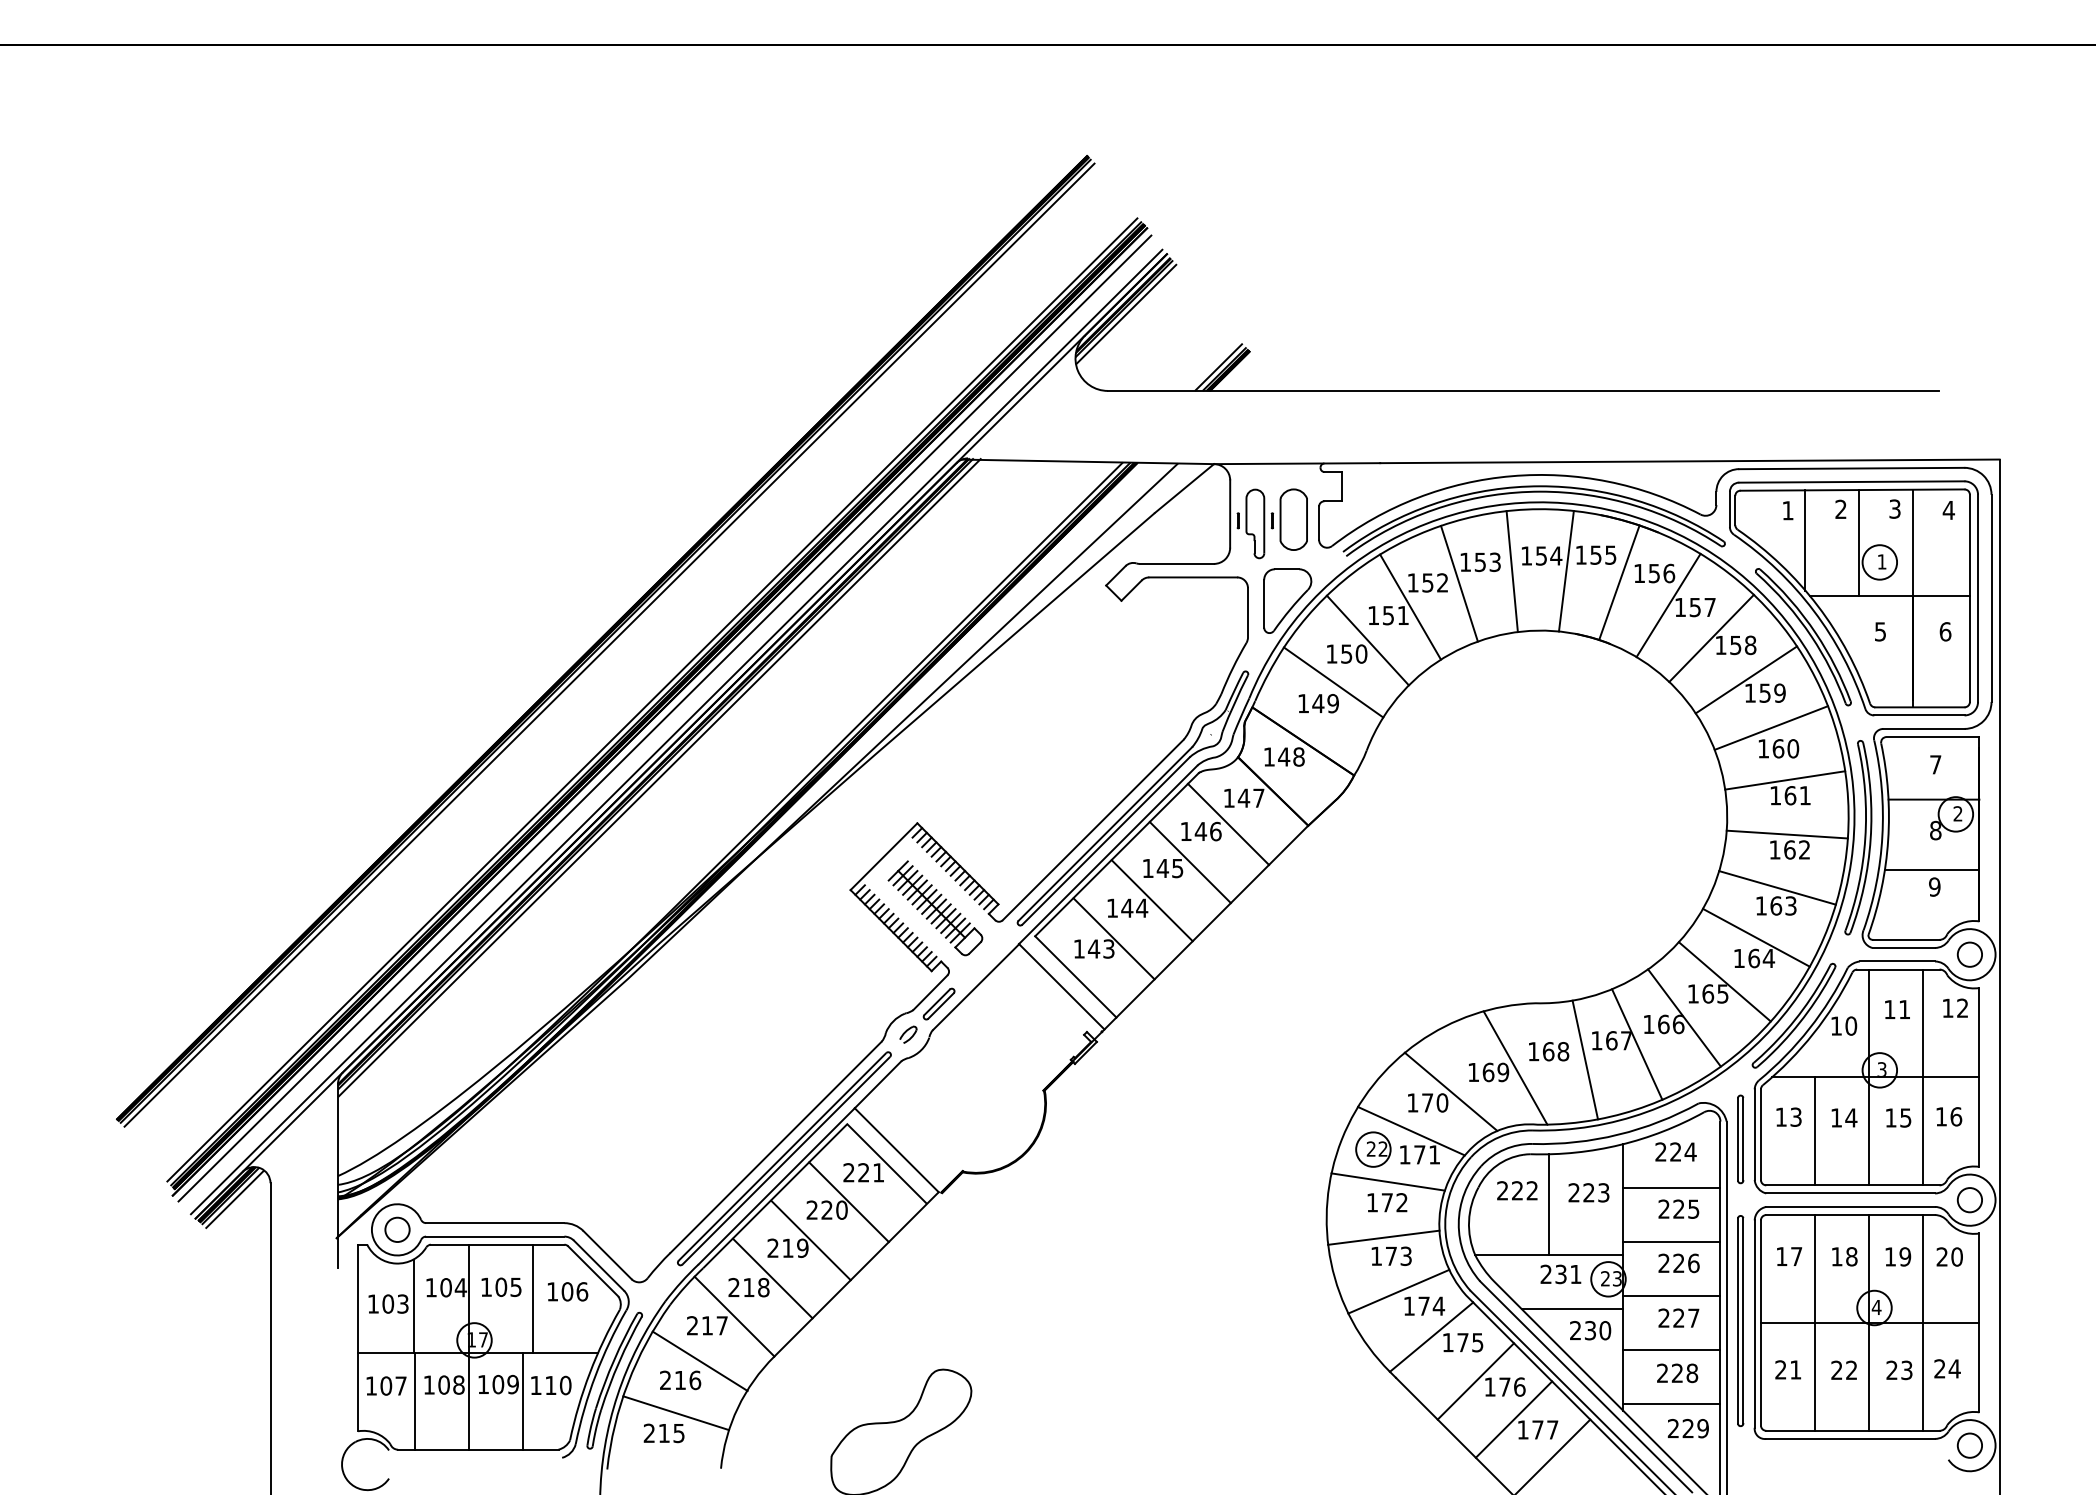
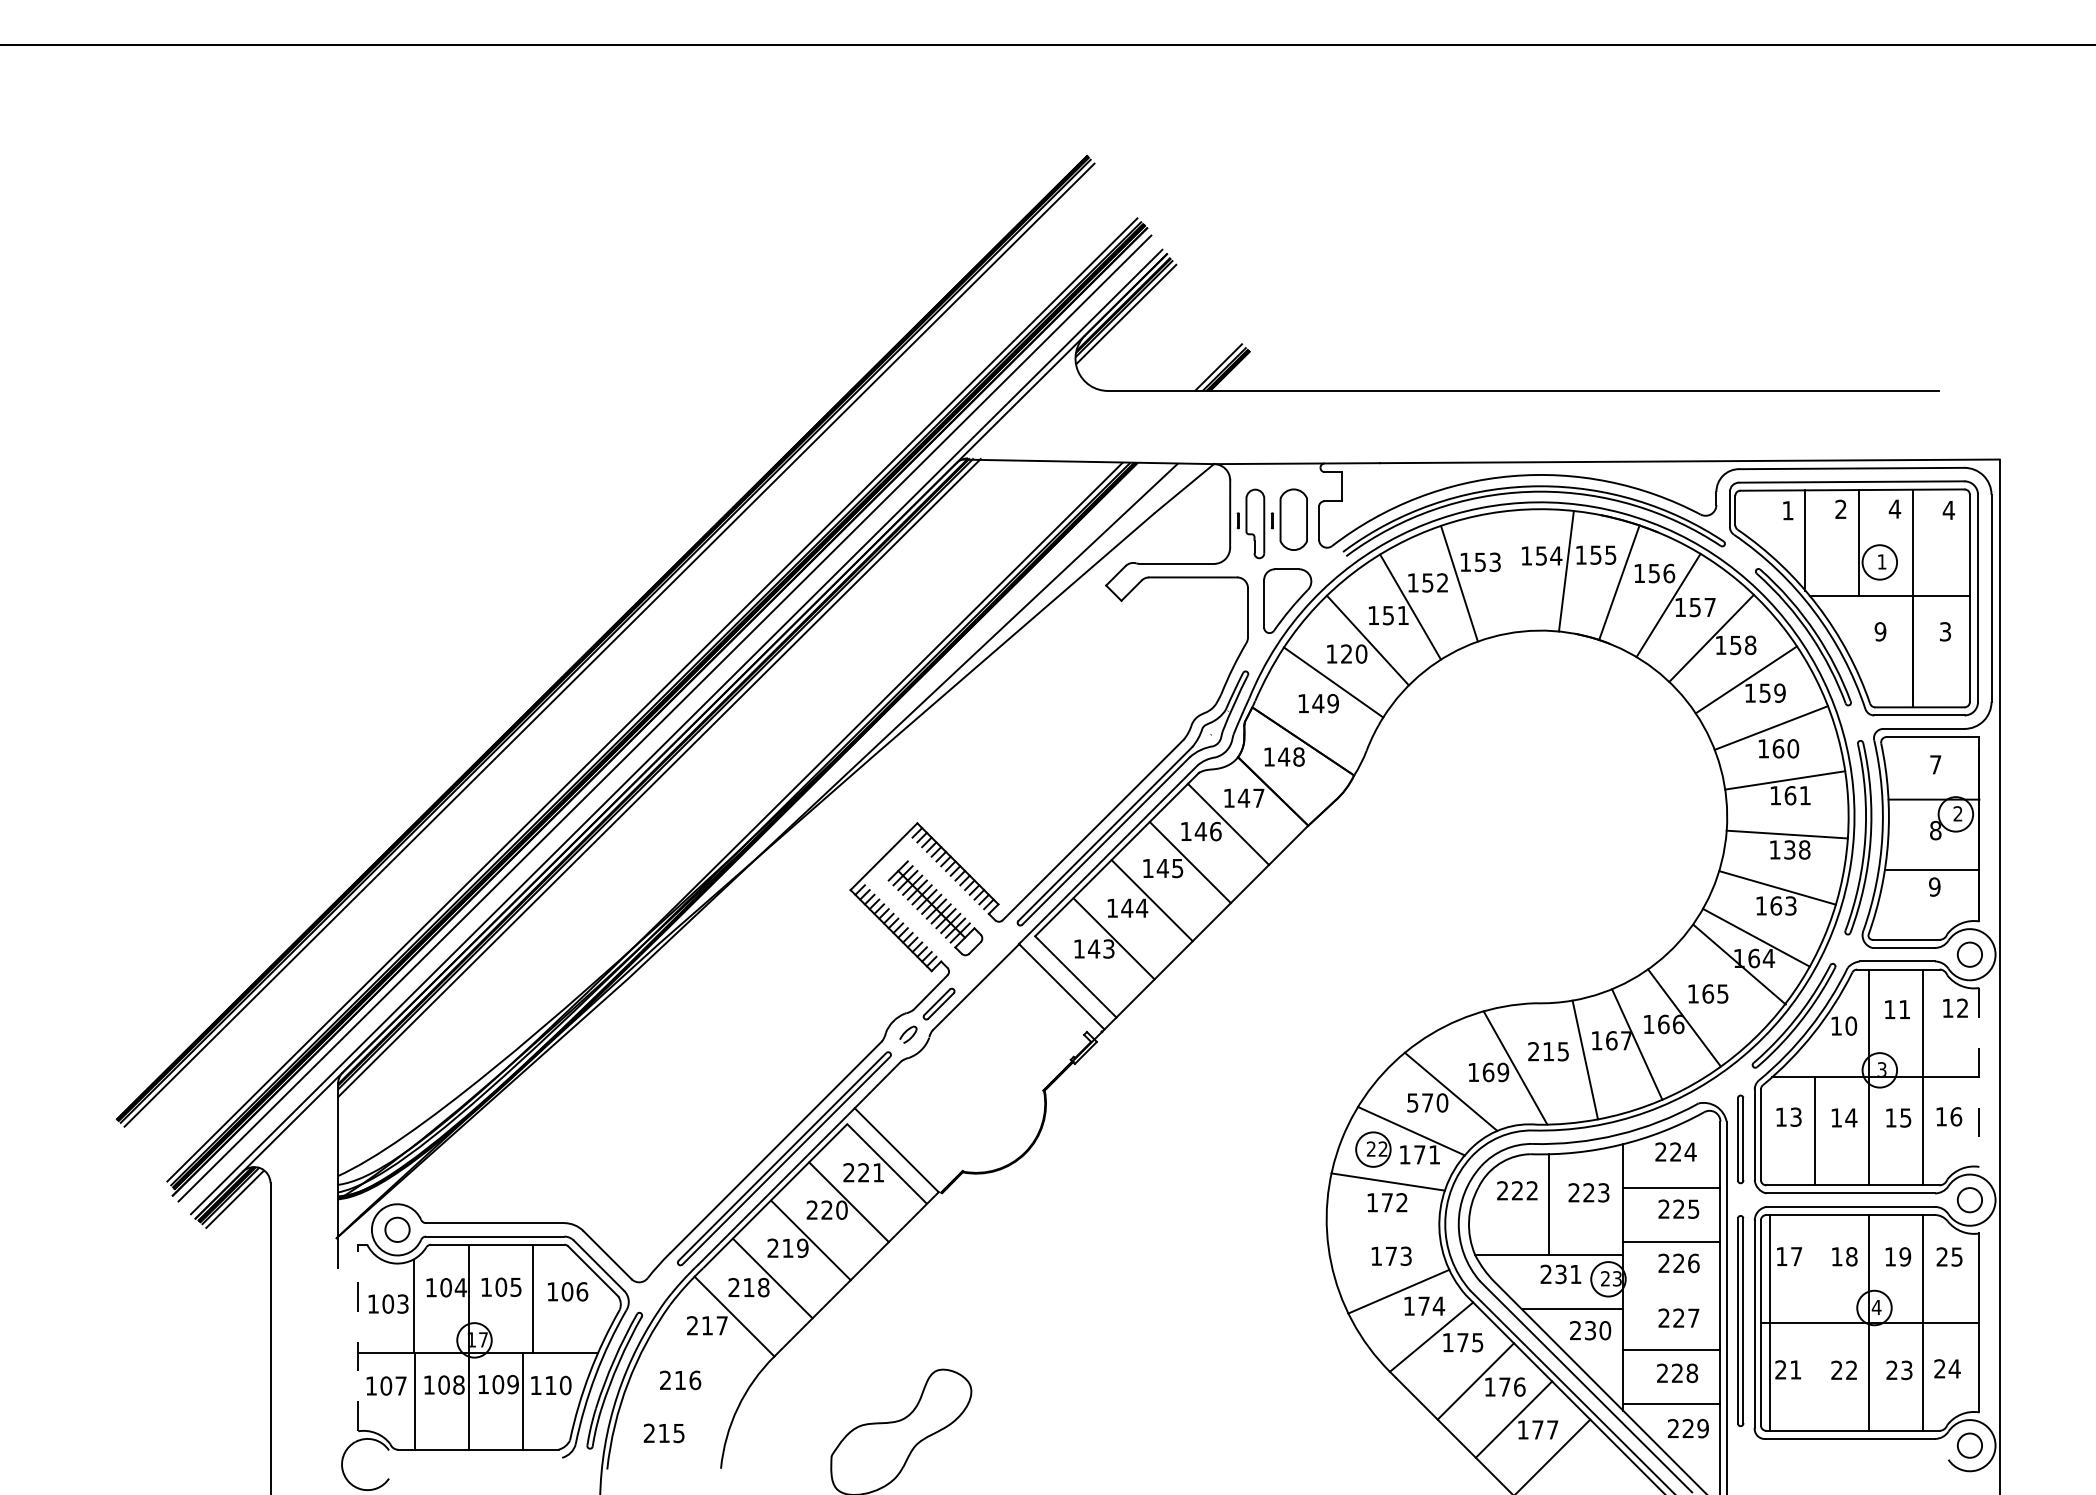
text at (1894, 508): 3 -> 4
line at (1511, 571): present -> none
text at (1880, 631): 5 -> 9
text at (1945, 631): 6 -> 3
text at (1346, 653): 150 -> 120
text at (1797, 849): 162 -> 138
line at (1724, 981) position: (1724, 981) -> (1739, 964)
text at (1548, 1051): 168 -> 215
line at (1979, 1077): solid -> dashed
text at (1412, 1102): 170 -> 570
line at (1383, 1237): present -> none
text at (1956, 1256): 20 -> 25
line at (1671, 1295): present -> none
line at (1814, 1322) position: (1814, 1322) -> (1769, 1322)
line at (358, 1337): solid -> dashed
line at (699, 1360): present -> none
line at (676, 1413): present -> none
